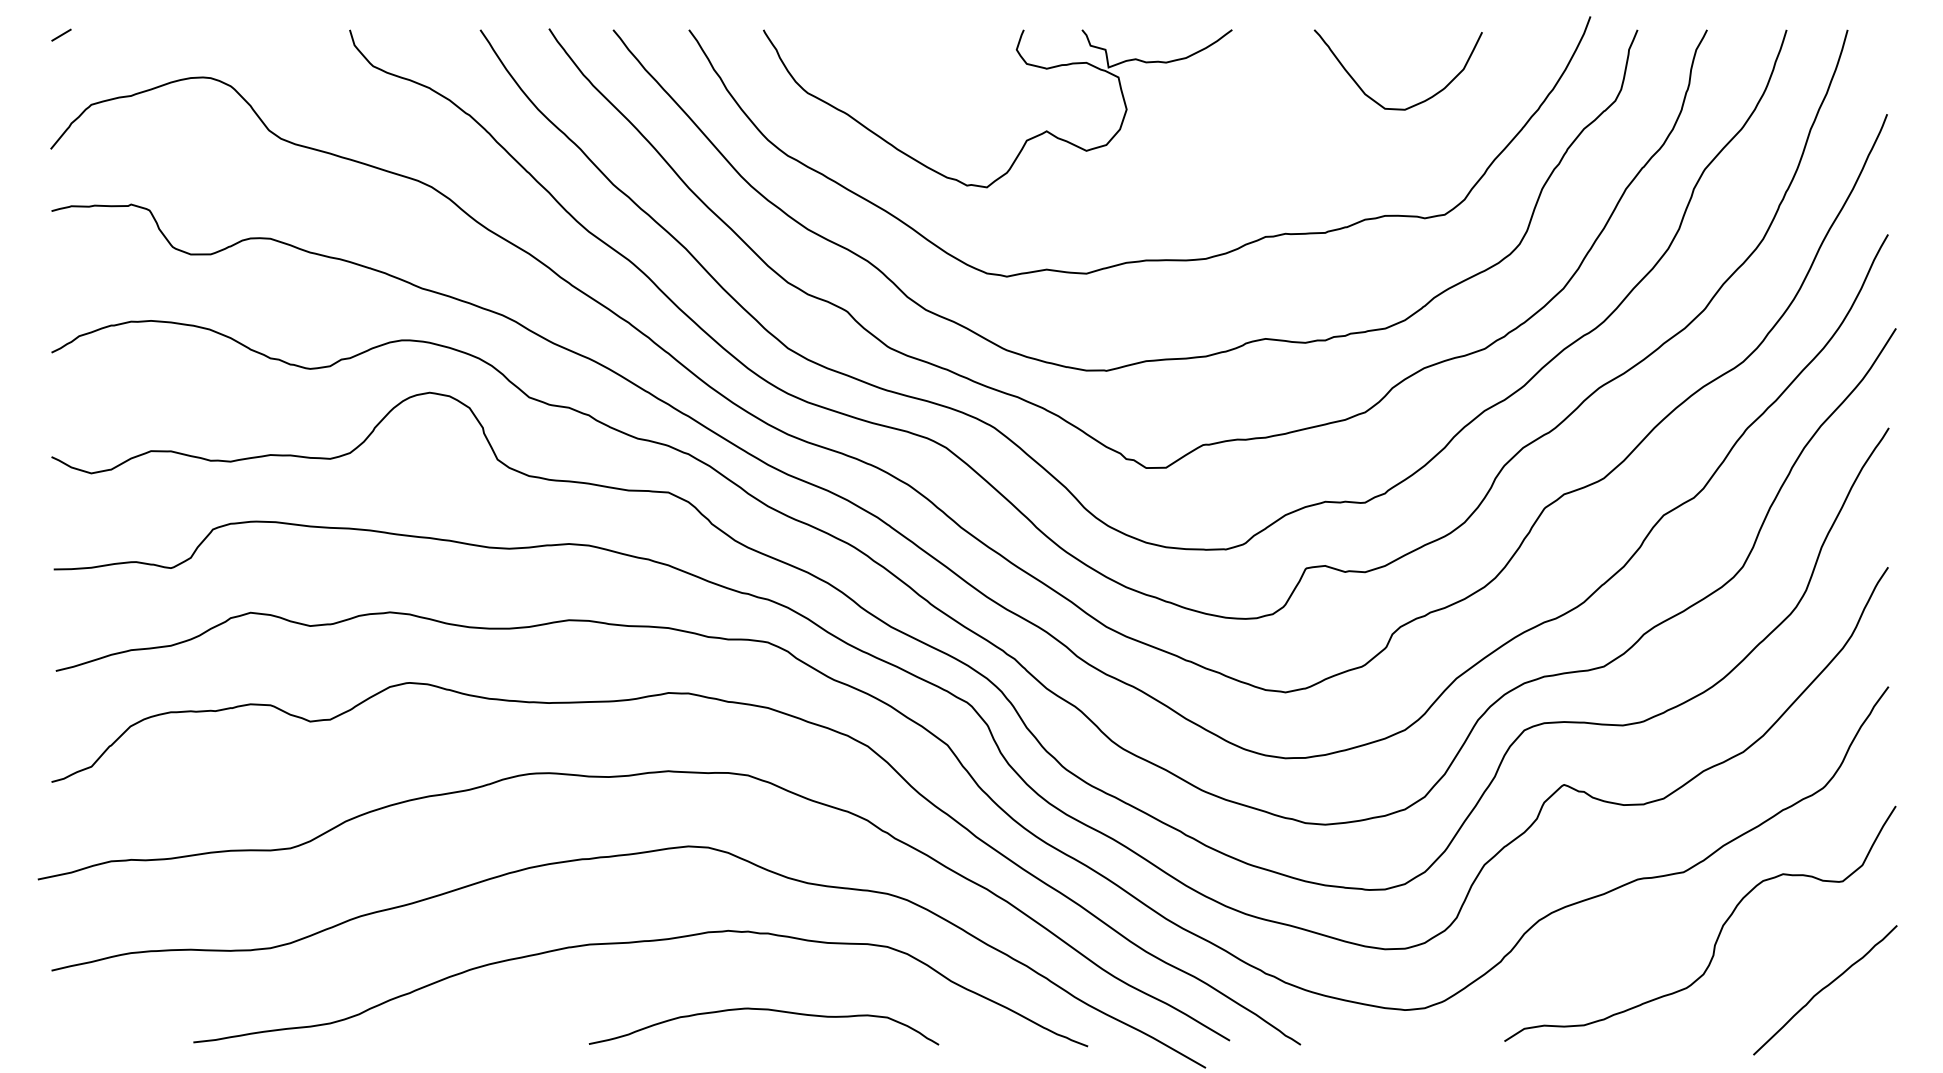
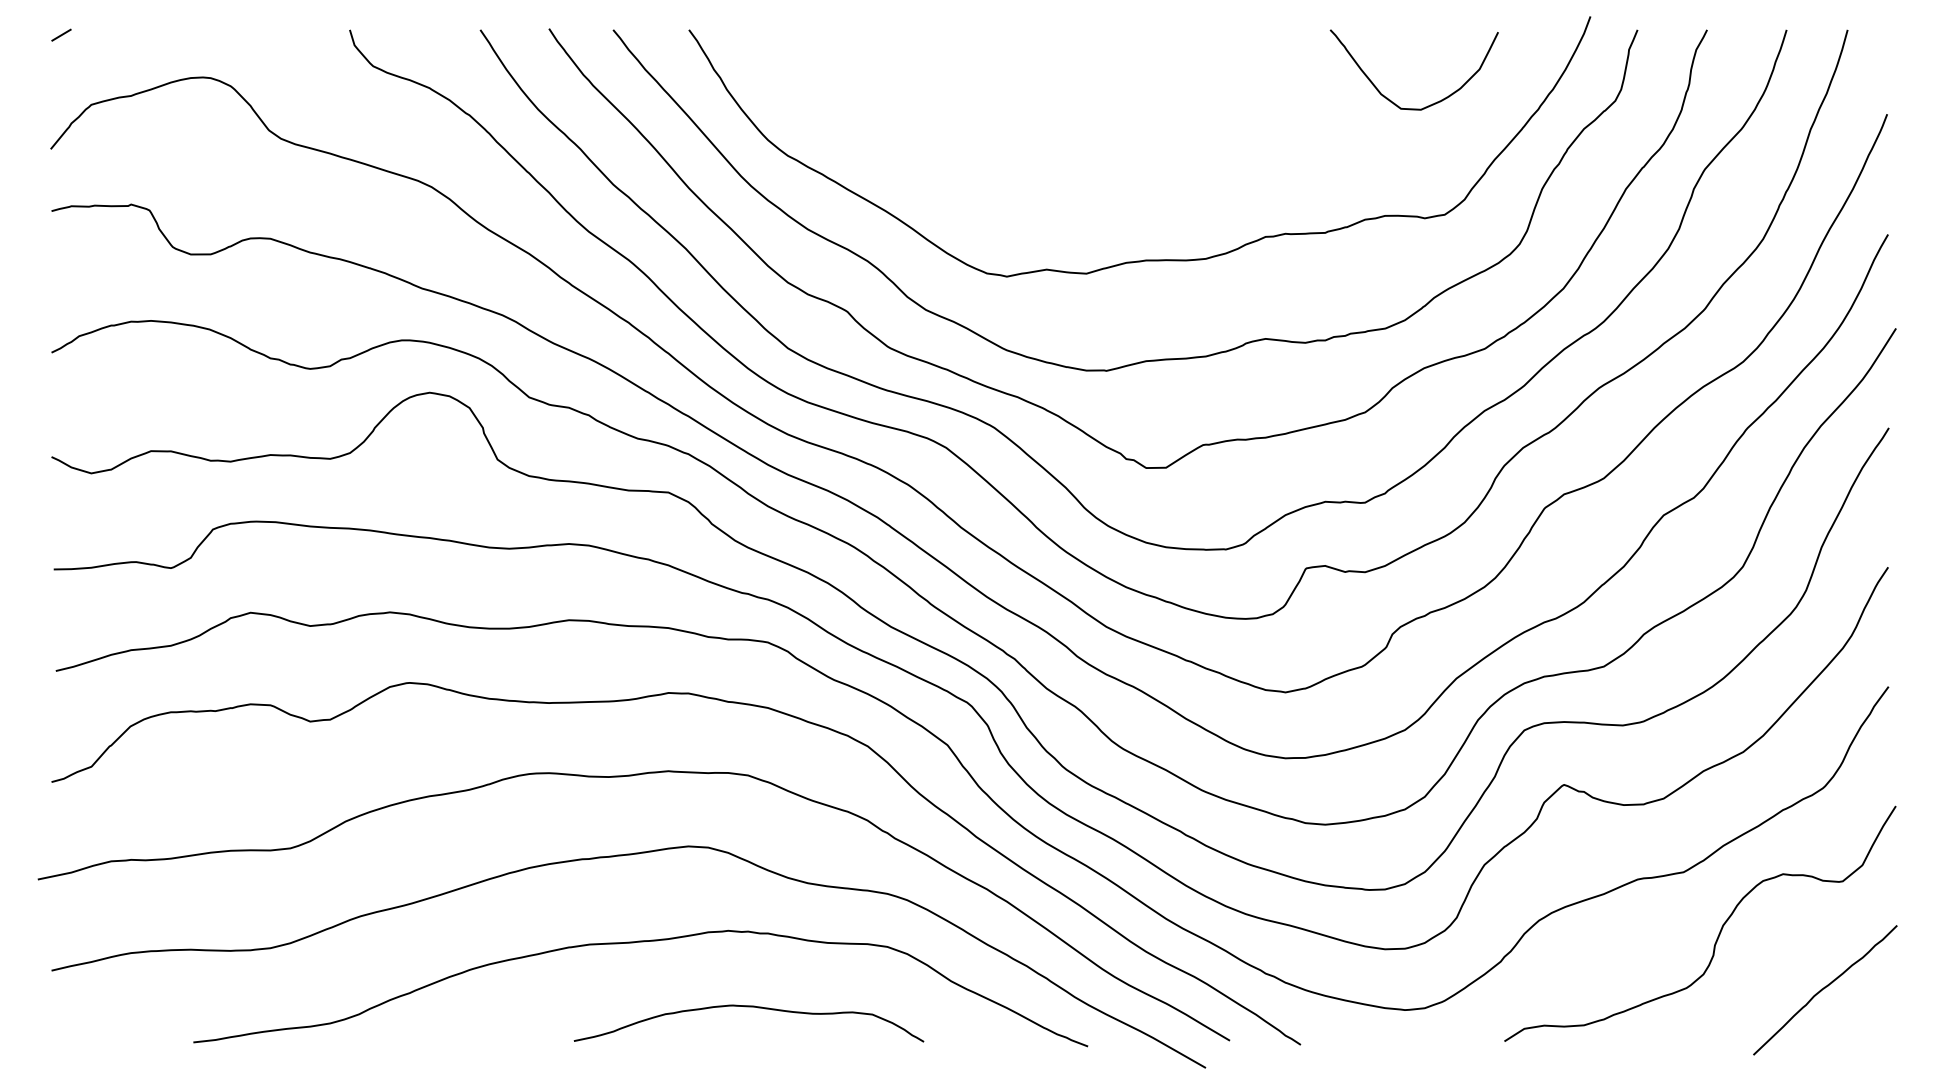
curve at (1374, 99) position: (1374, 99) -> (1390, 99)
part at (1026, 139): present -> none
curve at (763, 1010) position: (763, 1010) -> (748, 1007)
